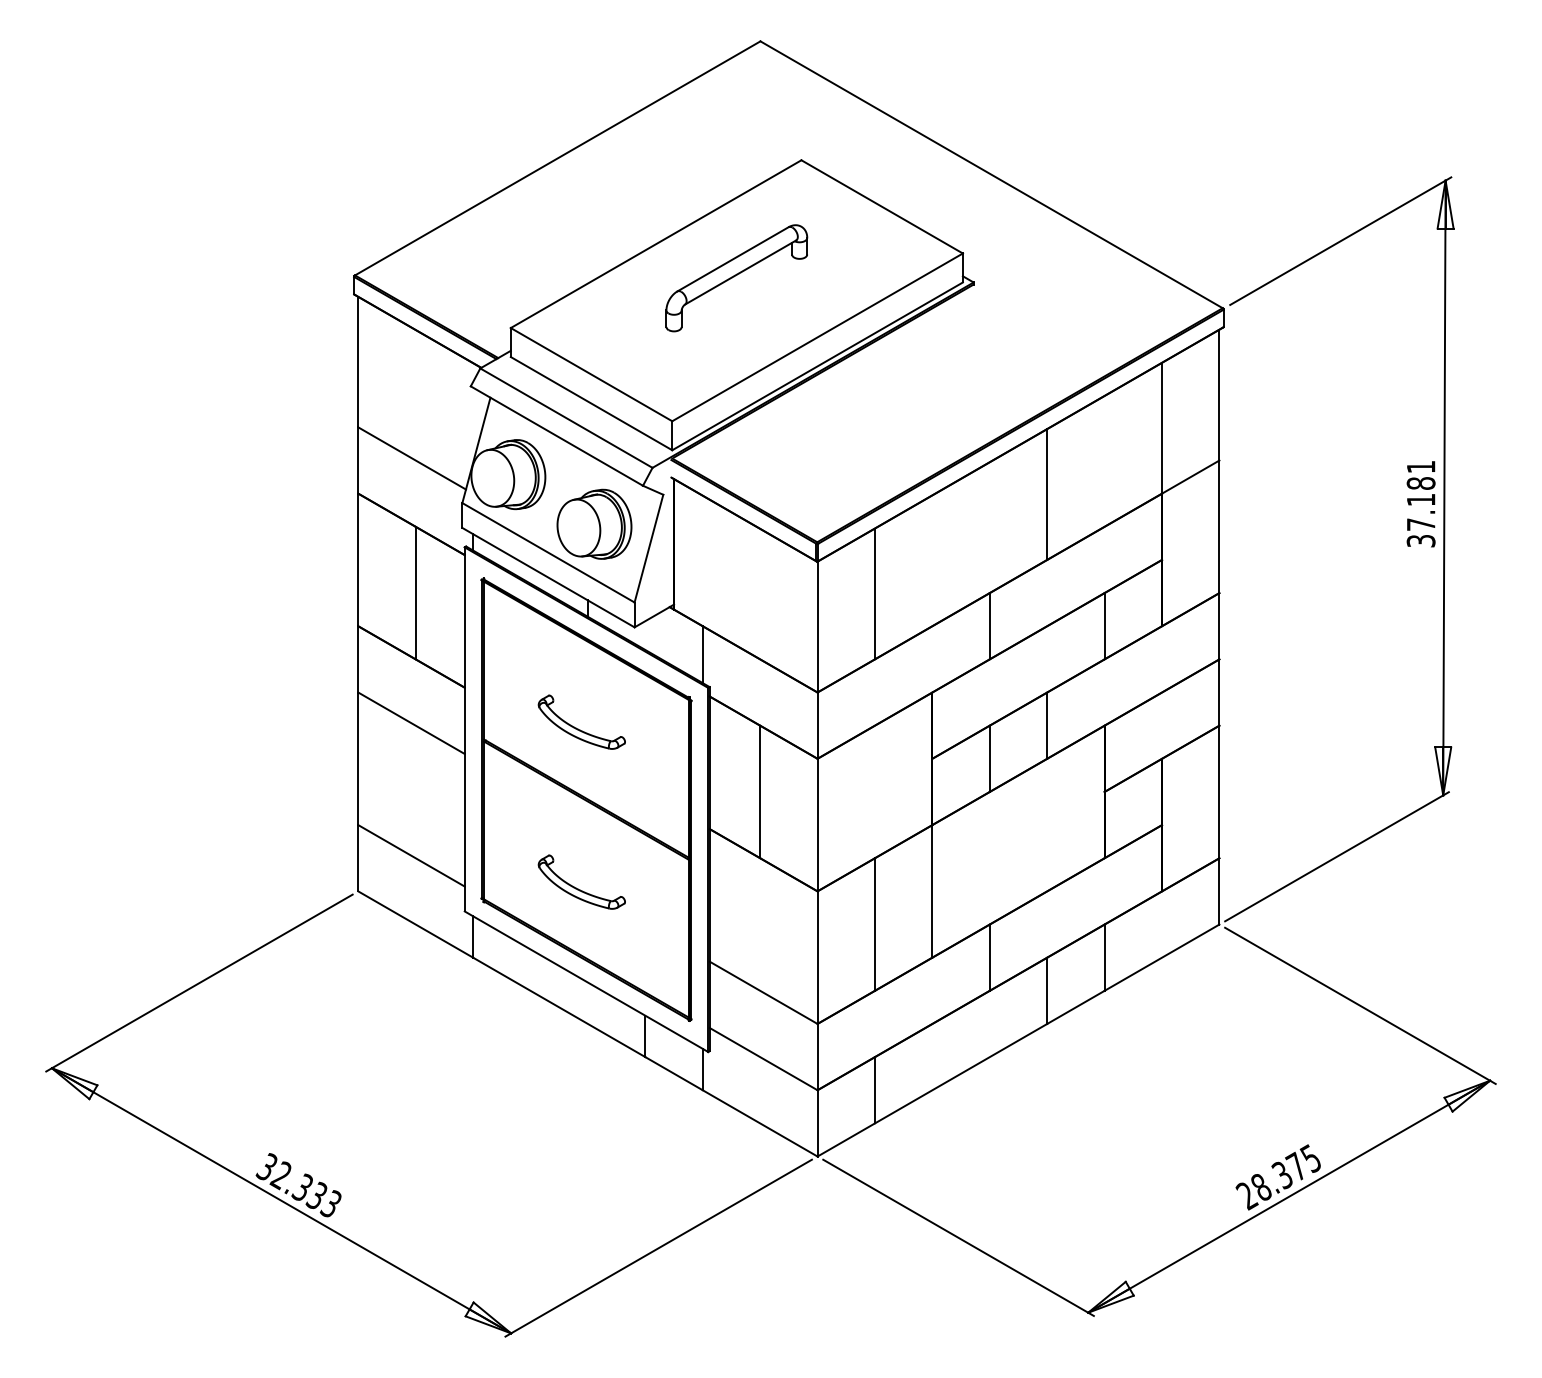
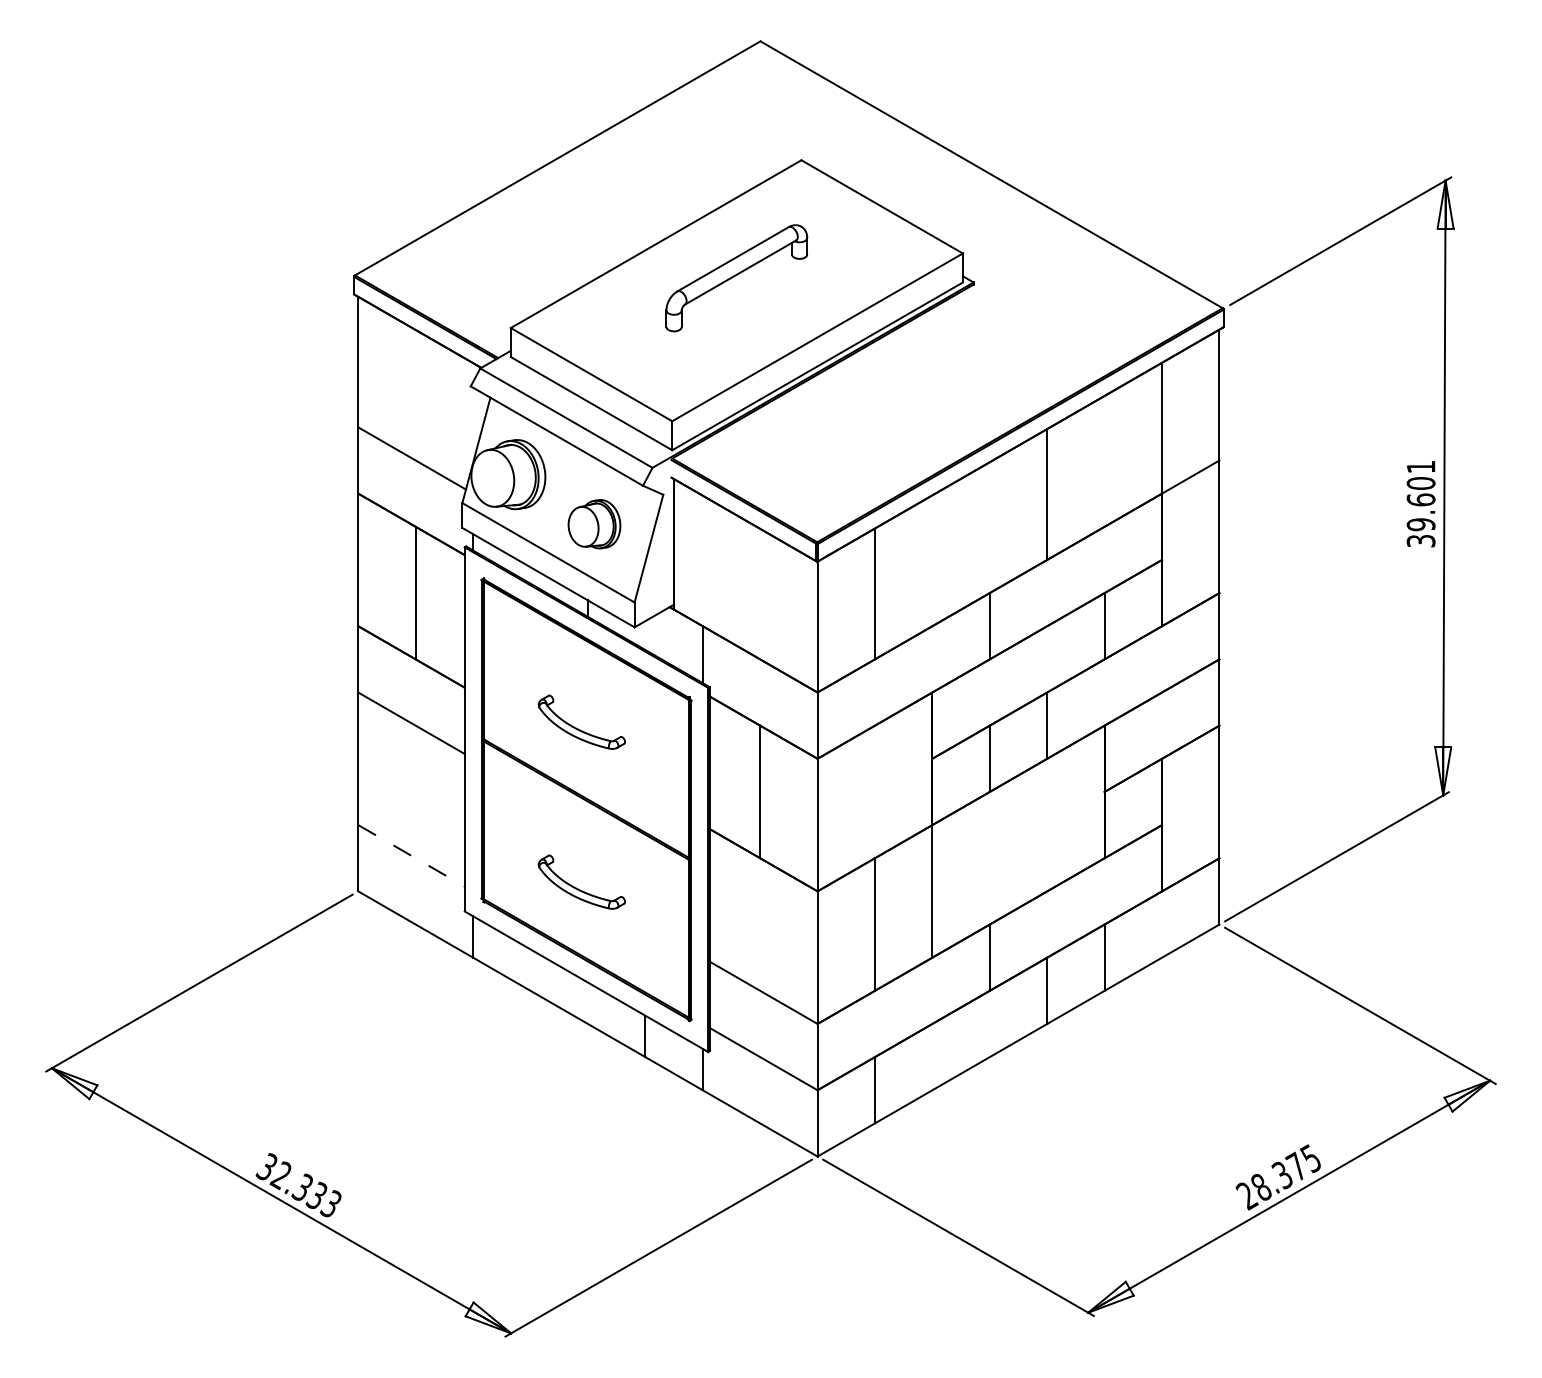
text at (1420, 504): 37.181 -> 39.601
part at (594, 523) size: 77x72 px -> 55x51 px
line at (411, 856): solid -> dashed
